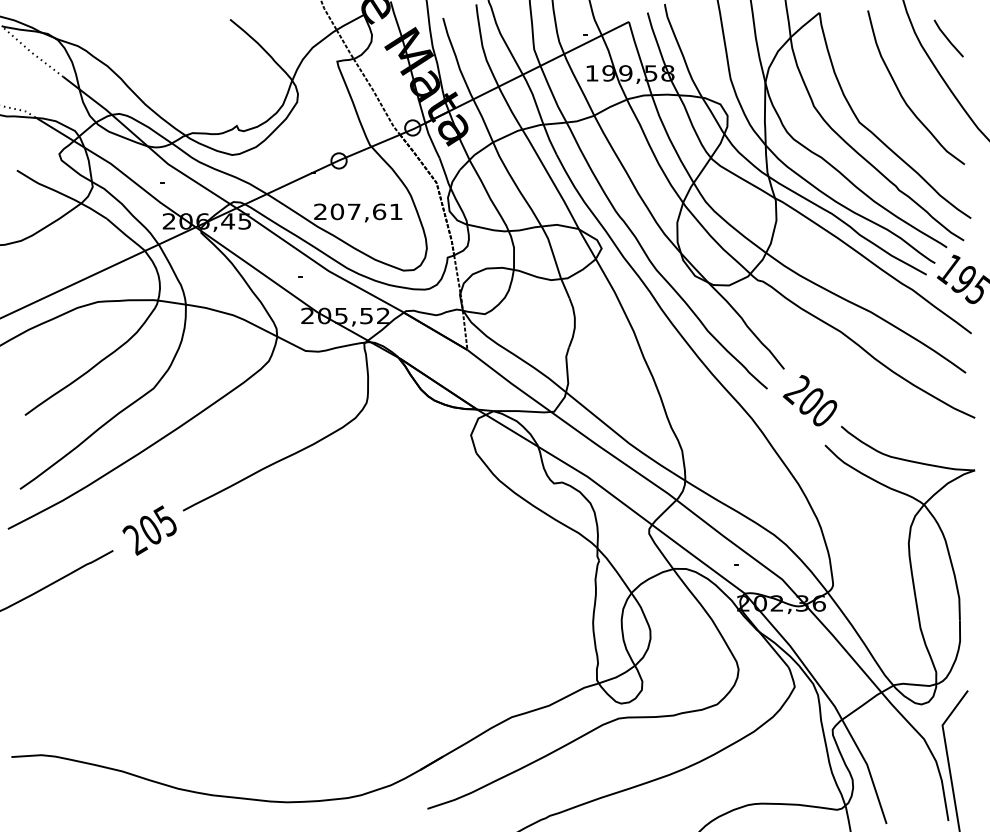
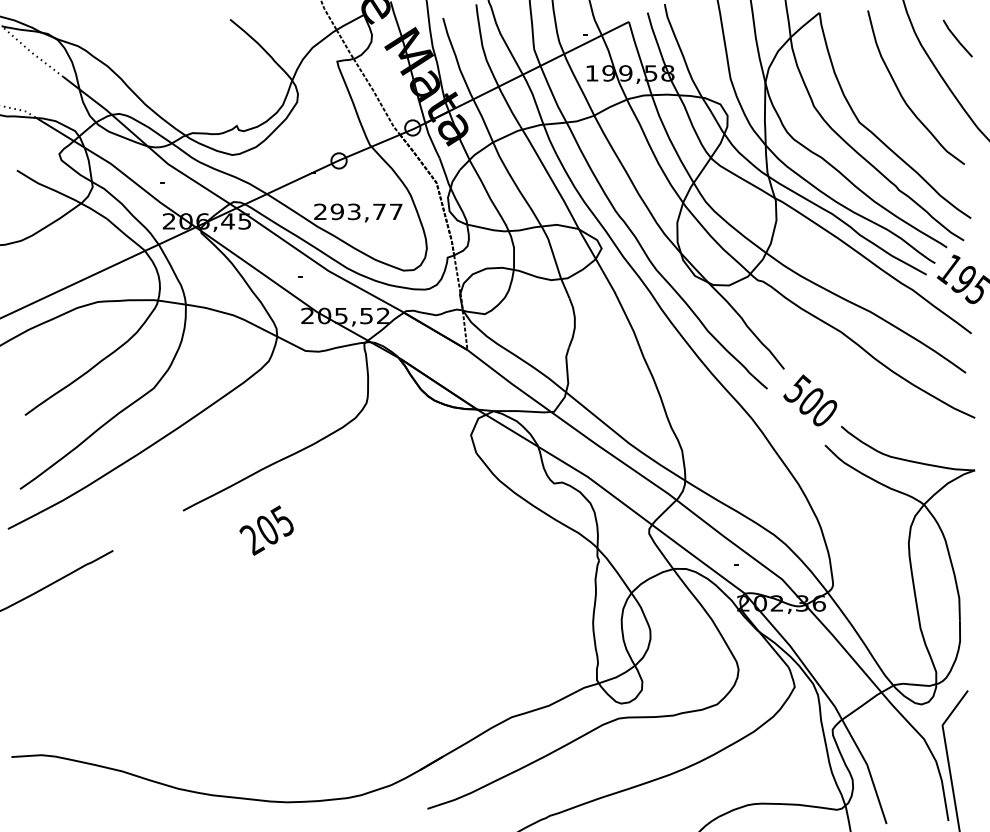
line at (948, 38) position: (948, 38) -> (957, 38)
text at (366, 211): 207,61 -> 293,77
text at (796, 389): 200 -> 500
text at (149, 530) position: (149, 530) -> (266, 530)
